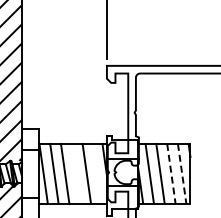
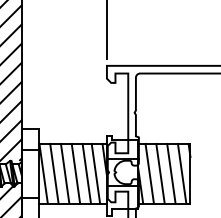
line at (75, 173): none -> present
line at (95, 173): none -> present
line at (171, 174): dashed -> solid
line at (182, 174): dashed -> solid
